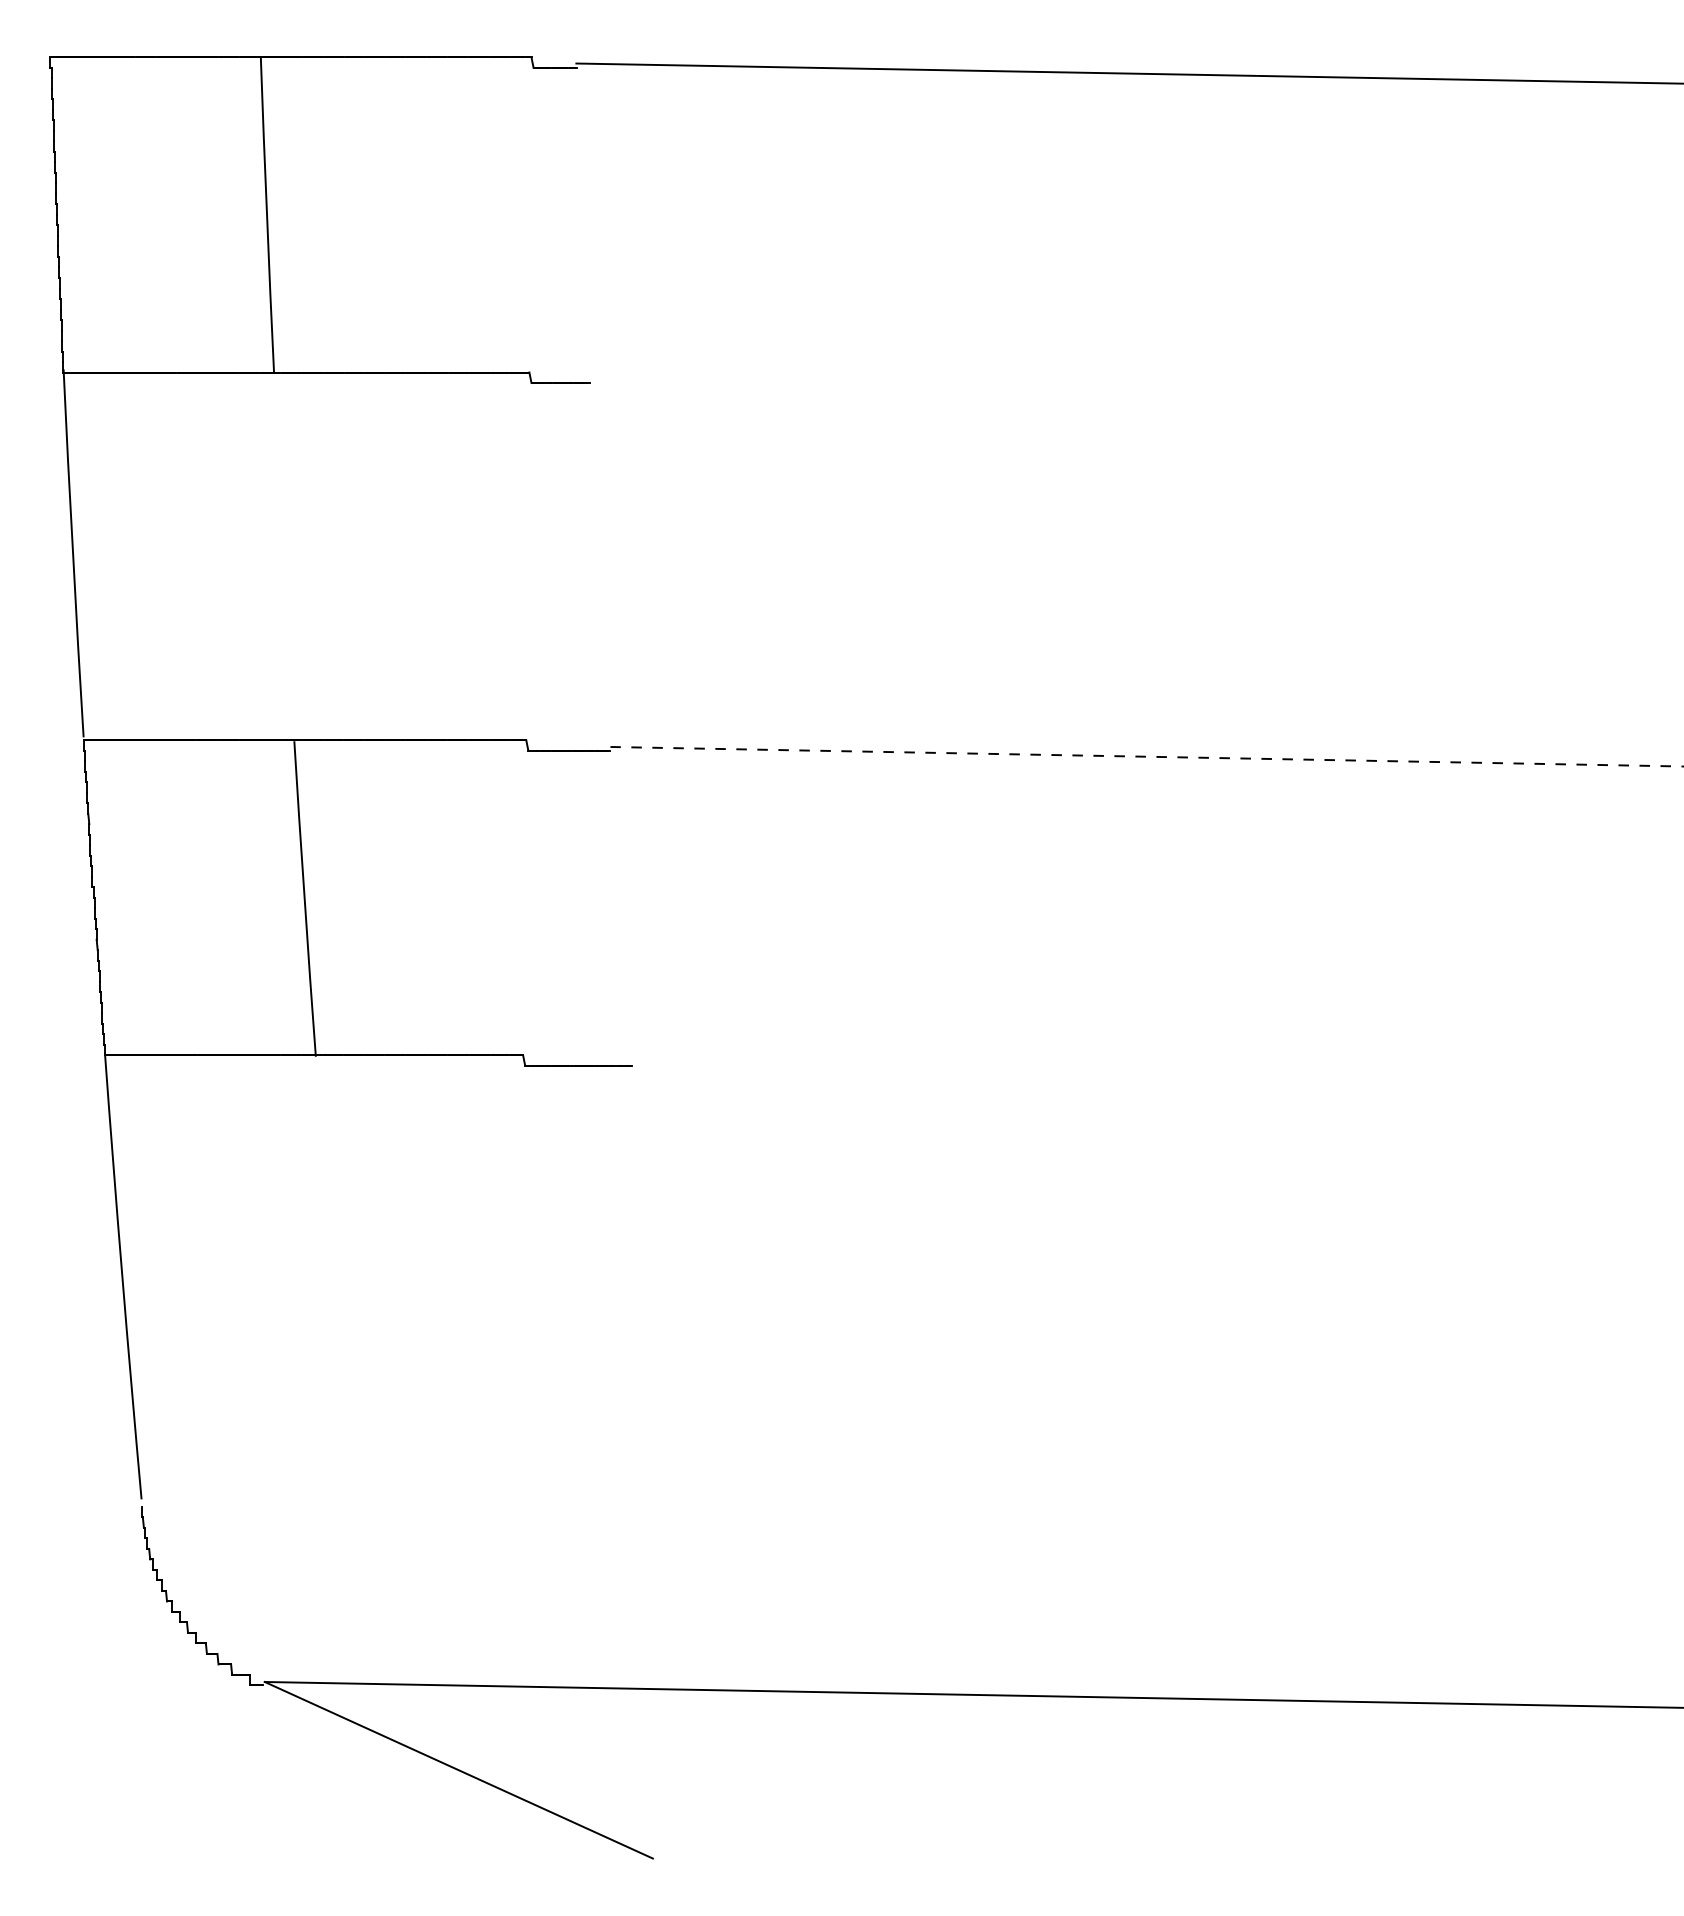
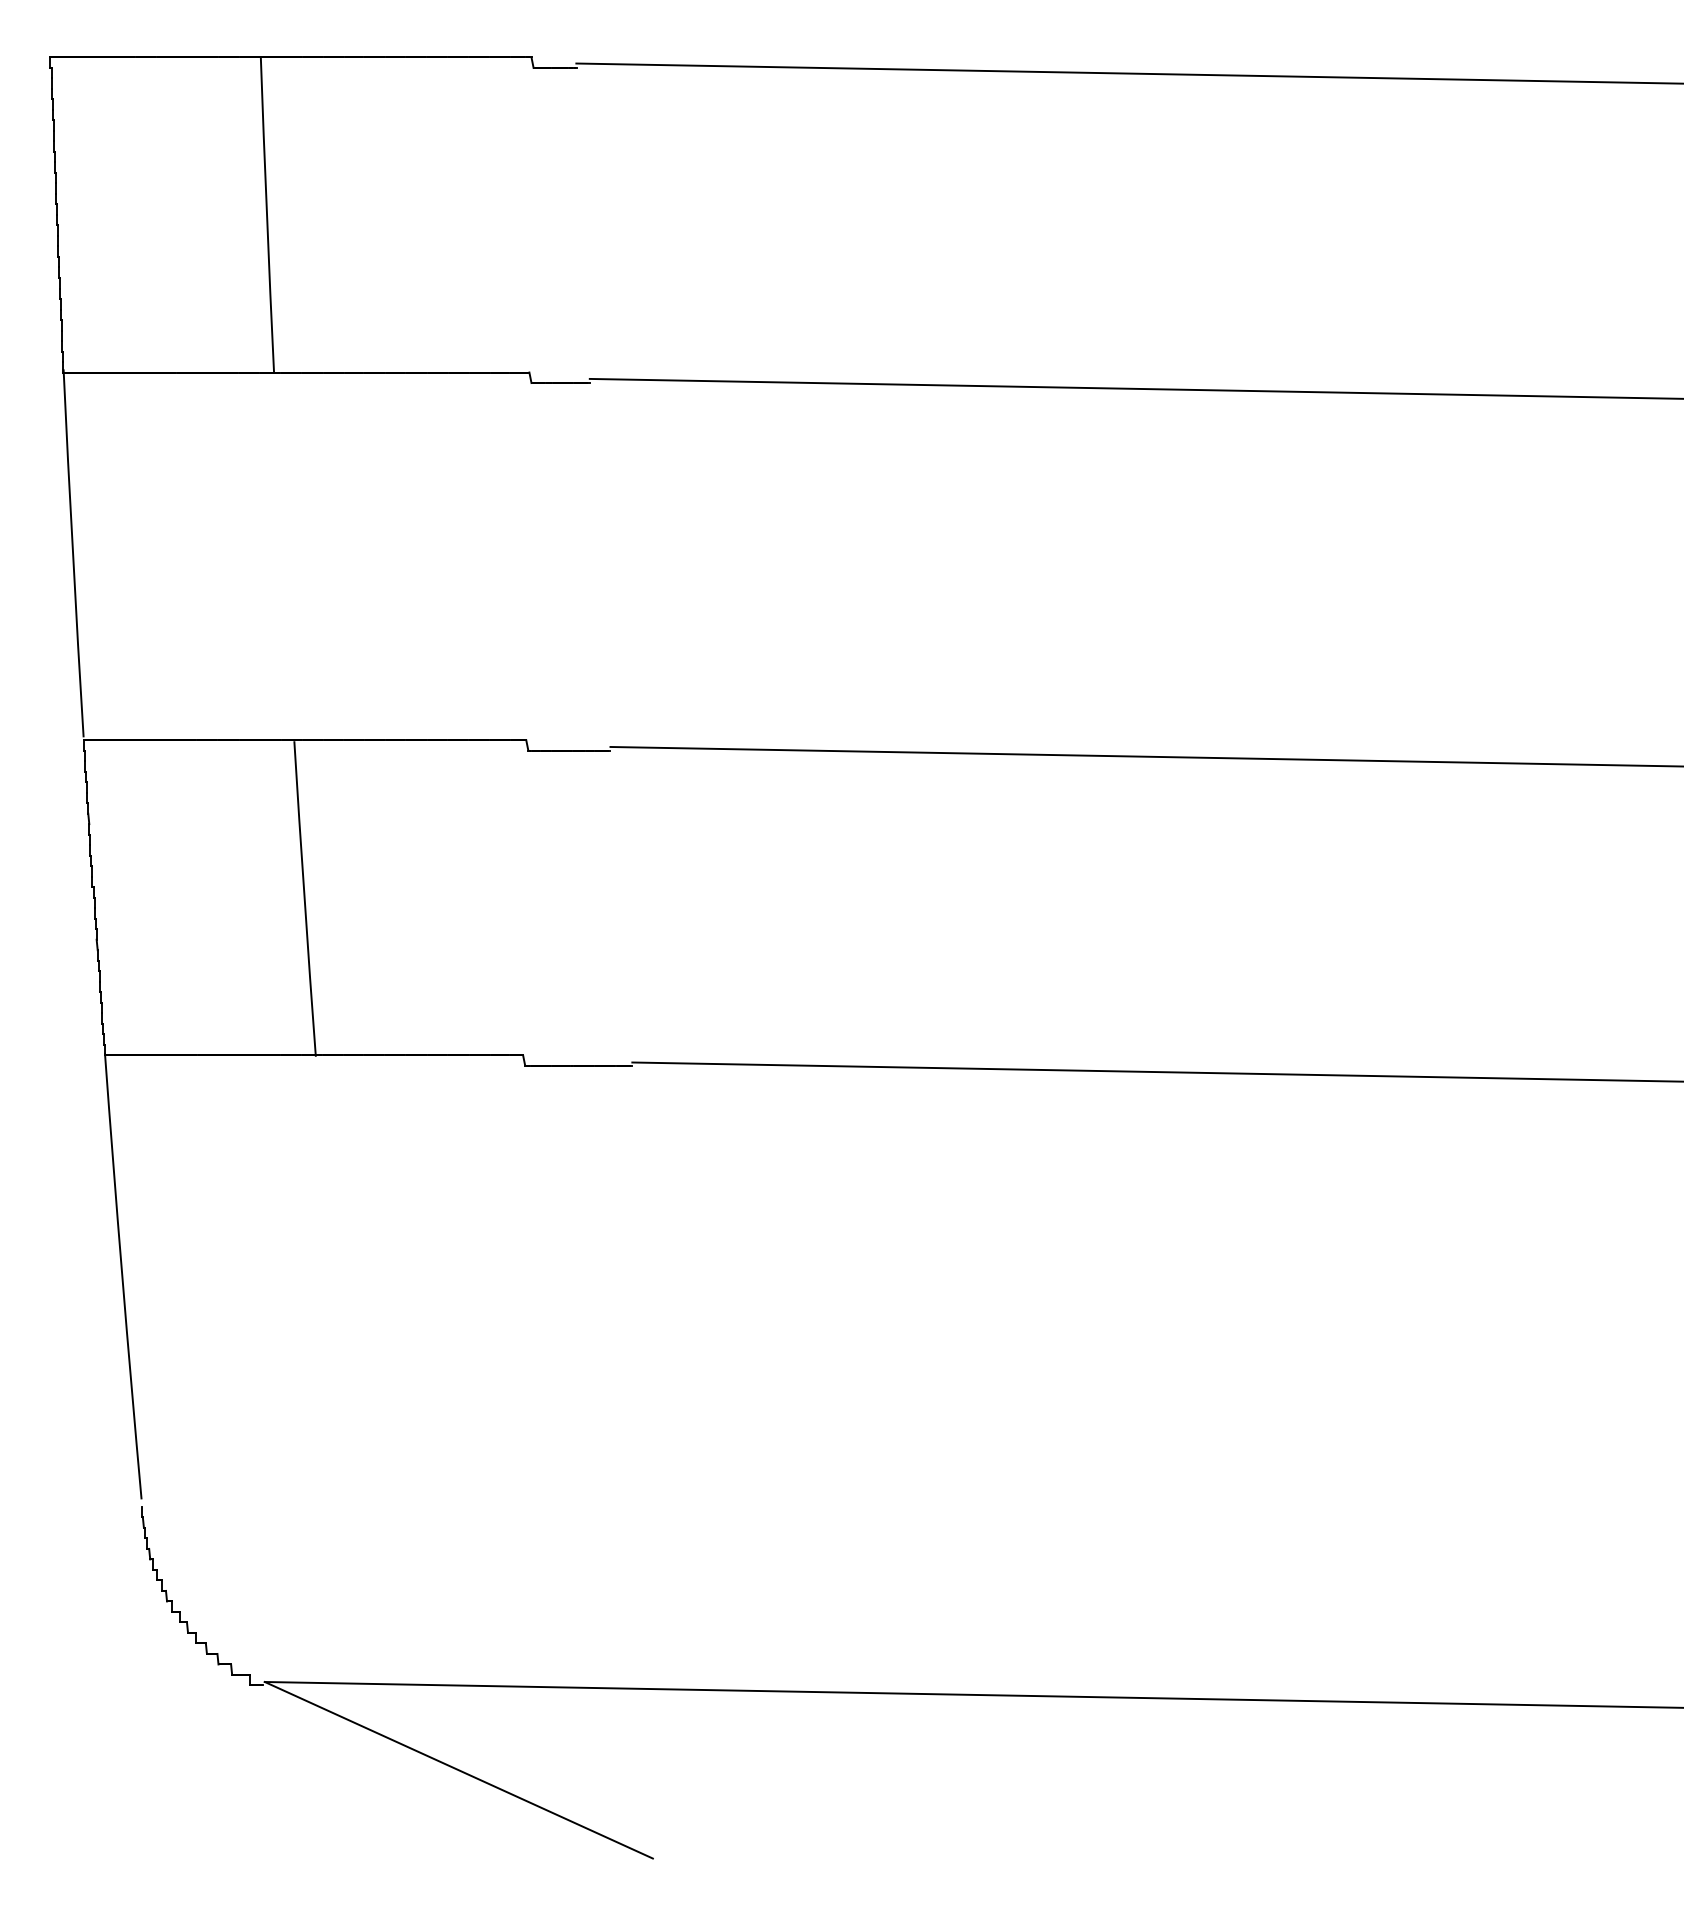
line at (1134, 388): none -> present
line at (1147, 756): dashed -> solid
line at (1156, 1071): none -> present
